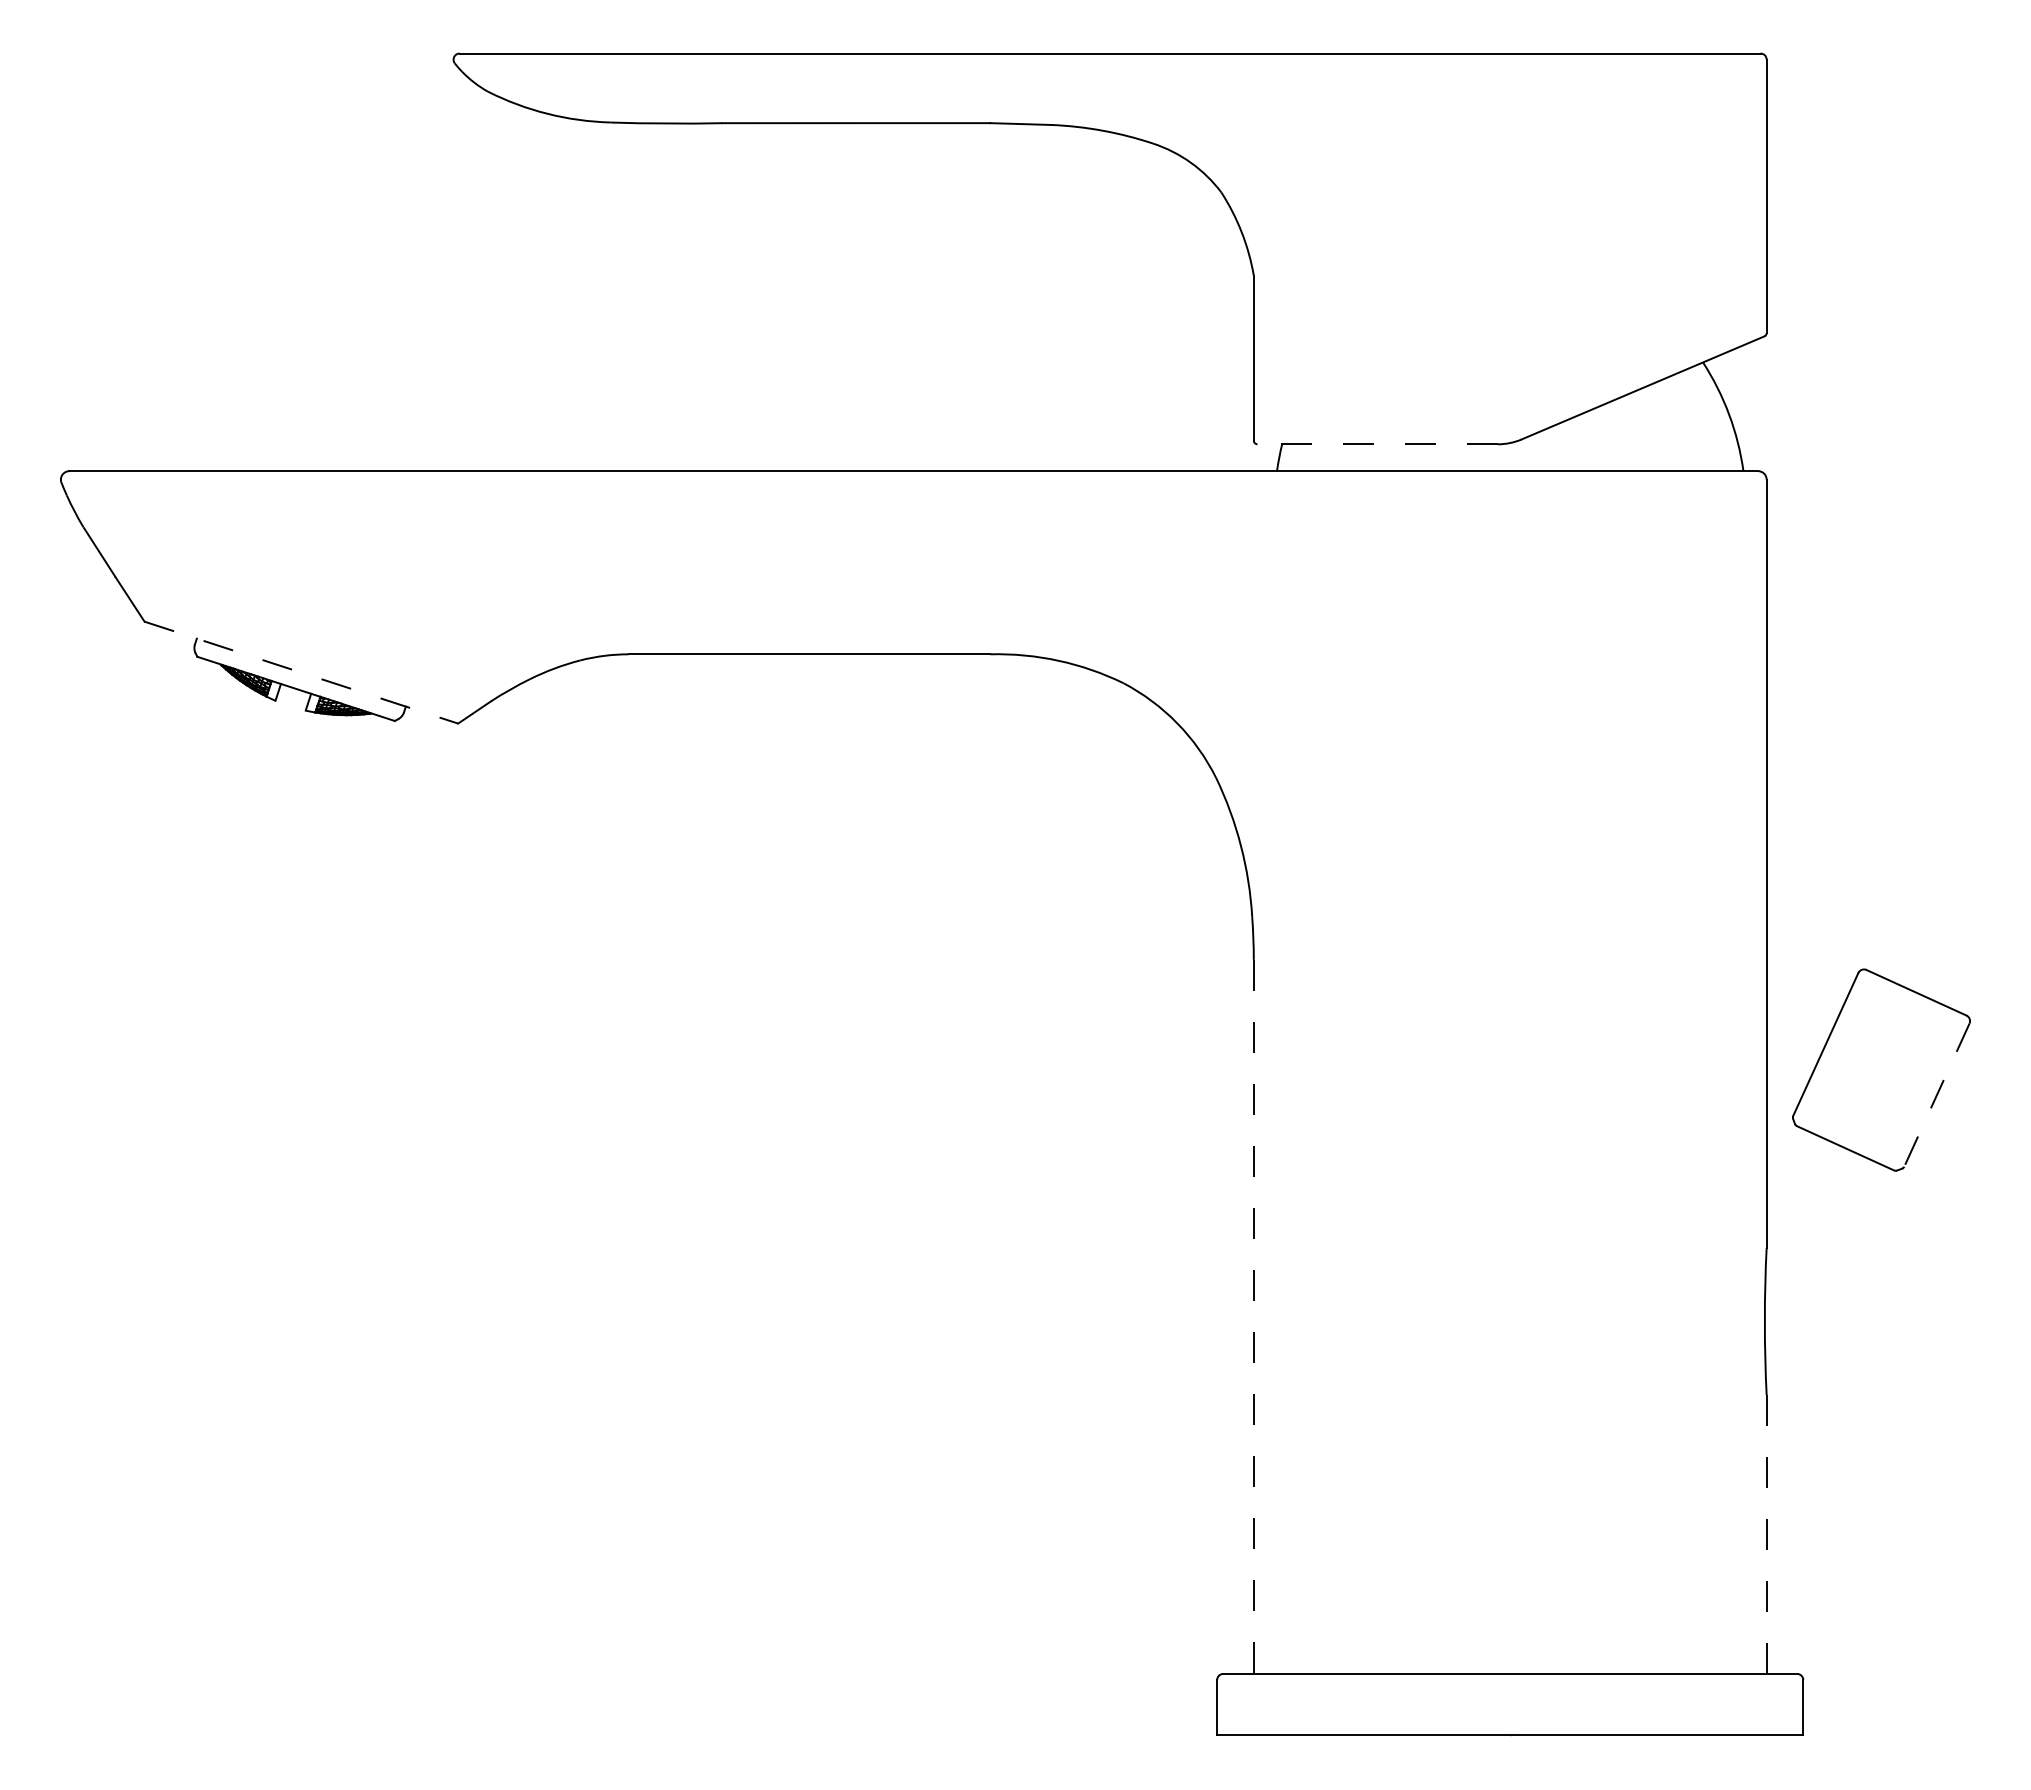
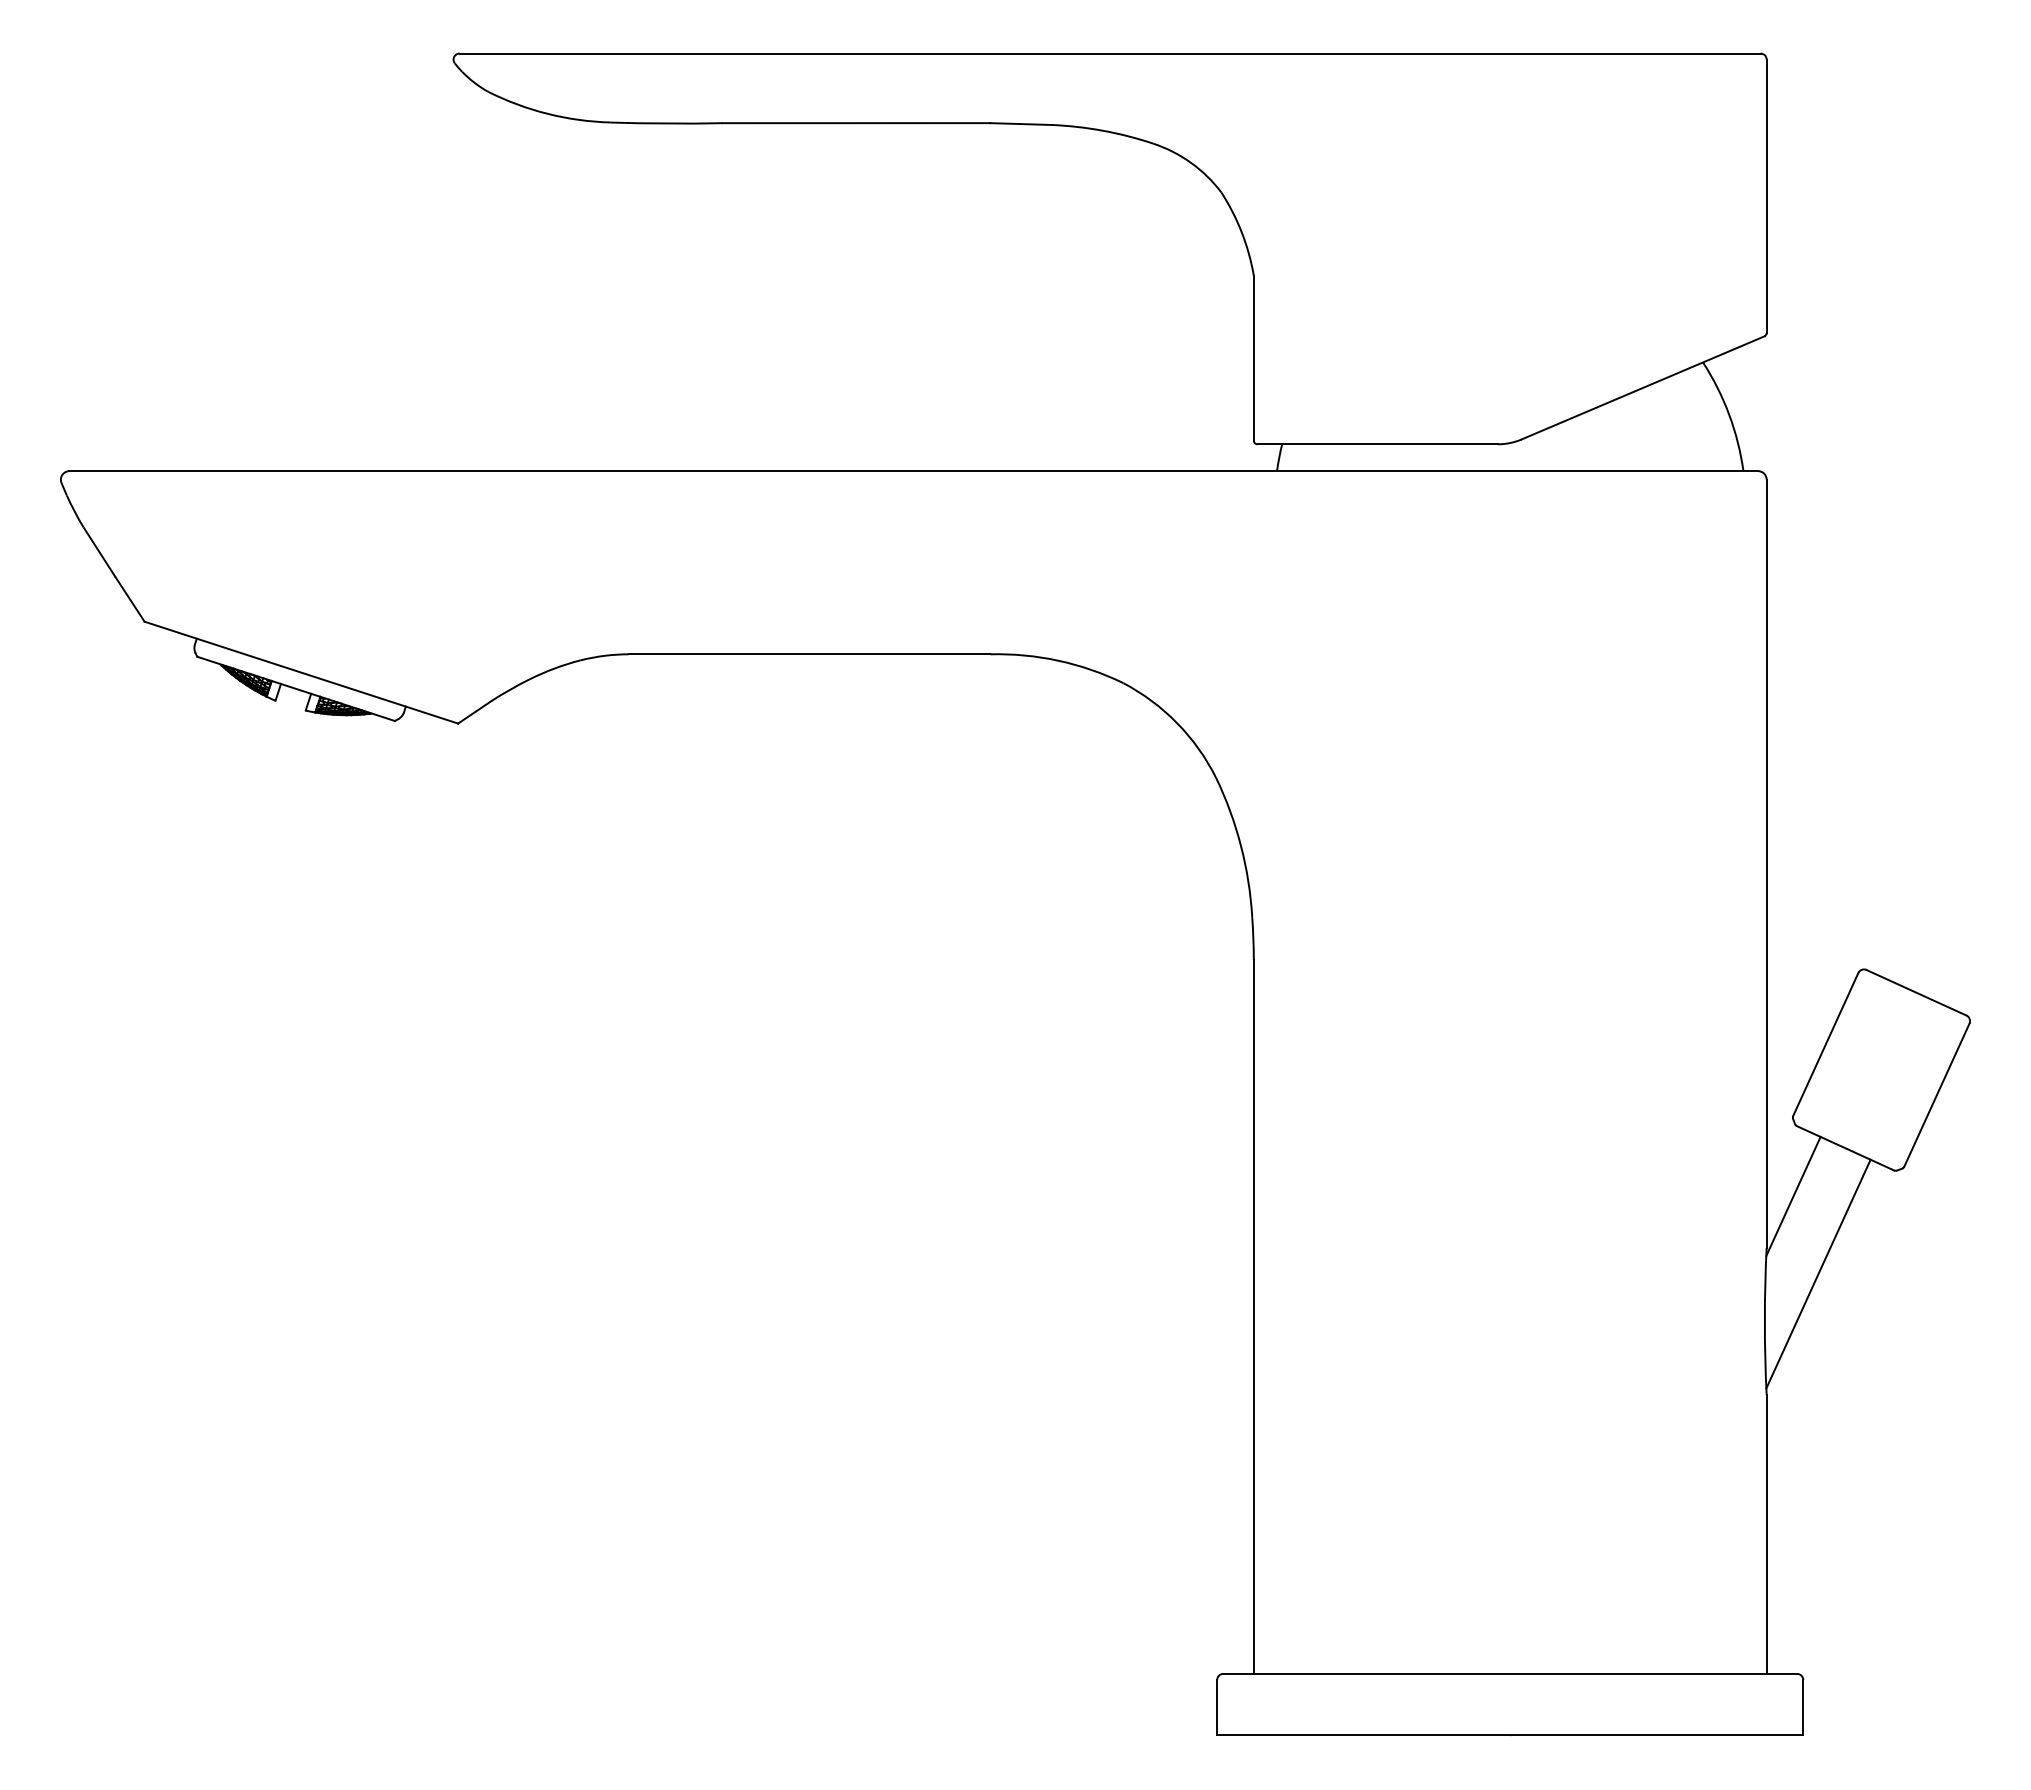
line at (1377, 444): dashed -> solid
line at (301, 672): dashed -> solid
line at (1936, 1095): dashed -> solid
line at (1793, 1196): none -> present
line at (1818, 1273): none -> present
line at (1253, 1317): dashed -> solid
line at (1766, 1534): dashed -> solid
